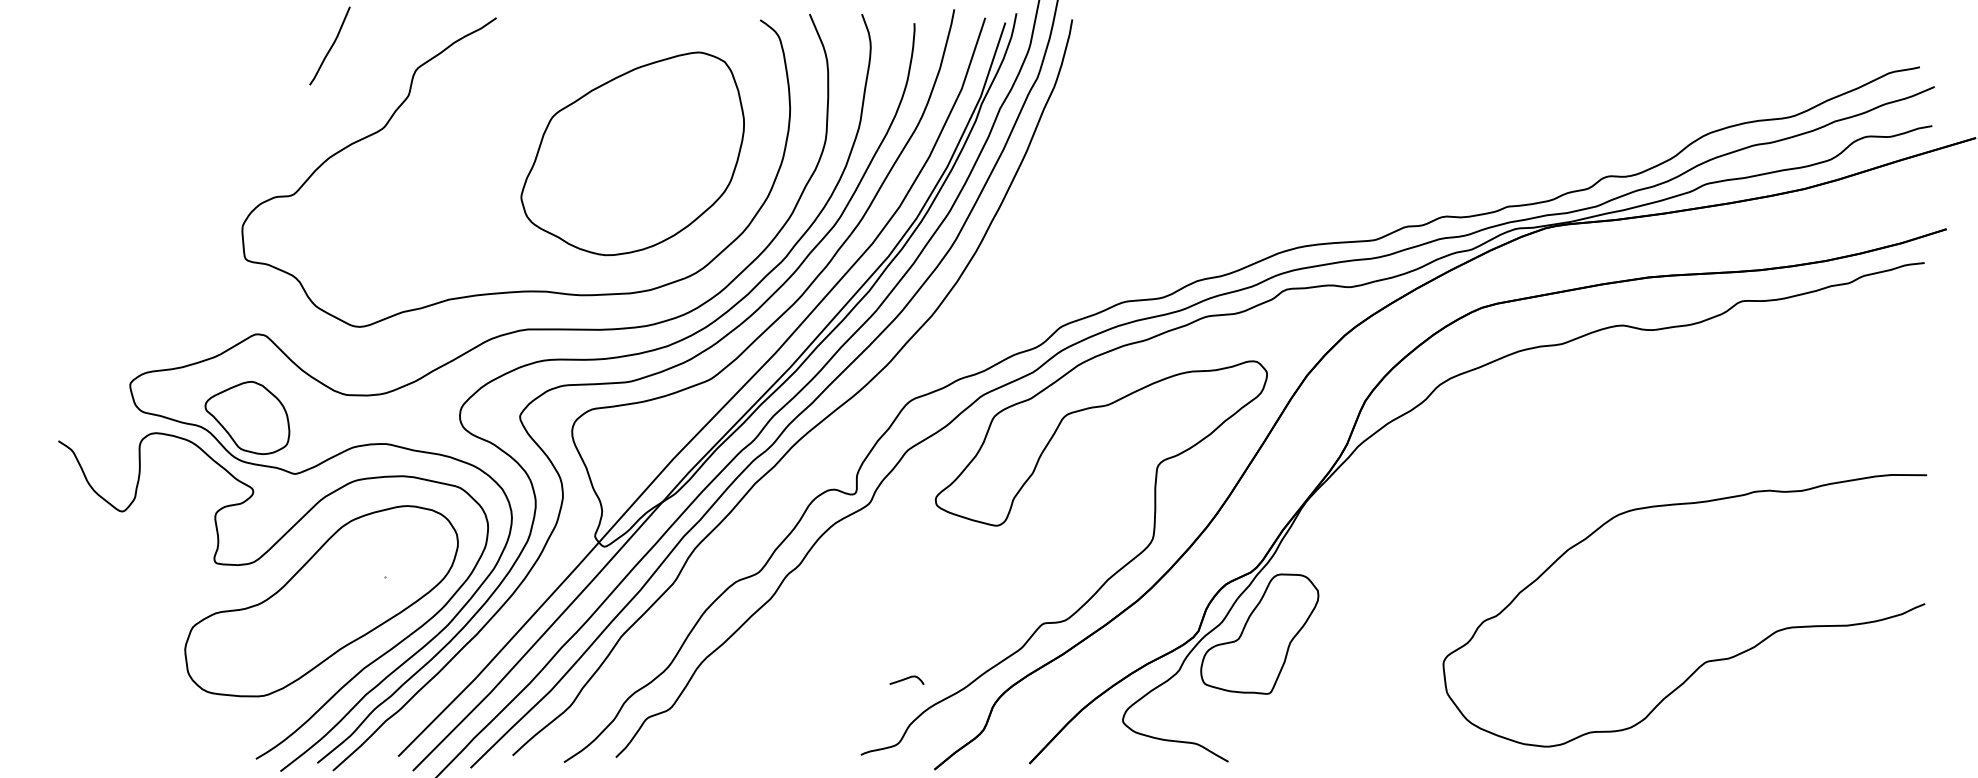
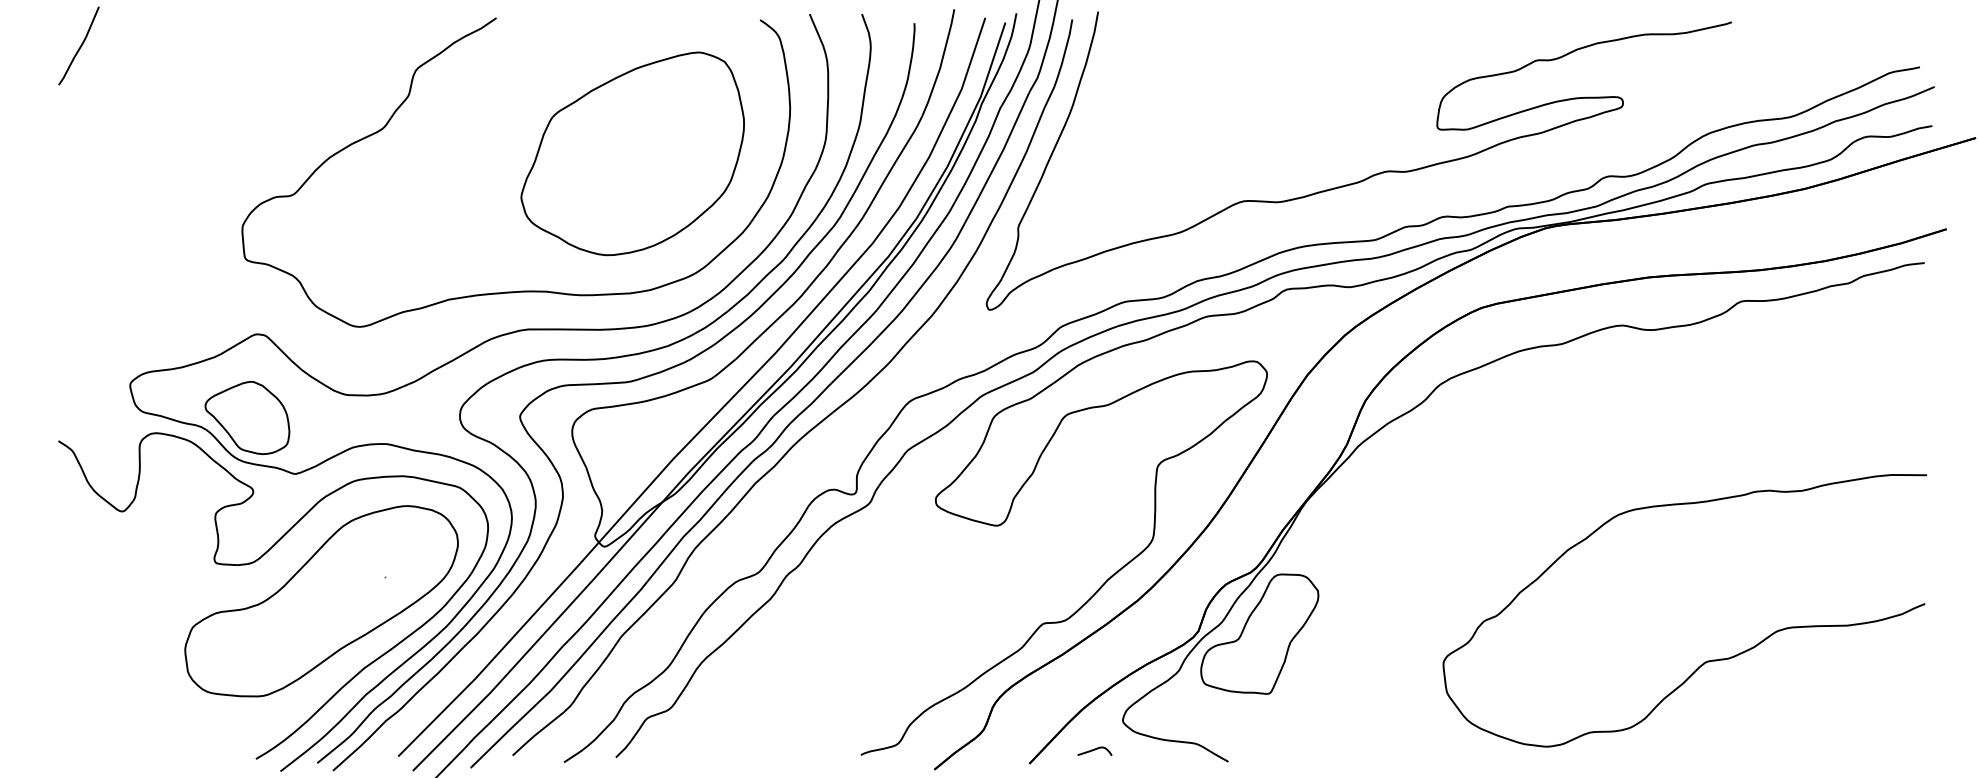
curve at (330, 46) position: (330, 46) -> (79, 46)
curve at (1366, 177): none -> present
curve at (906, 679) position: (906, 679) -> (1094, 750)
